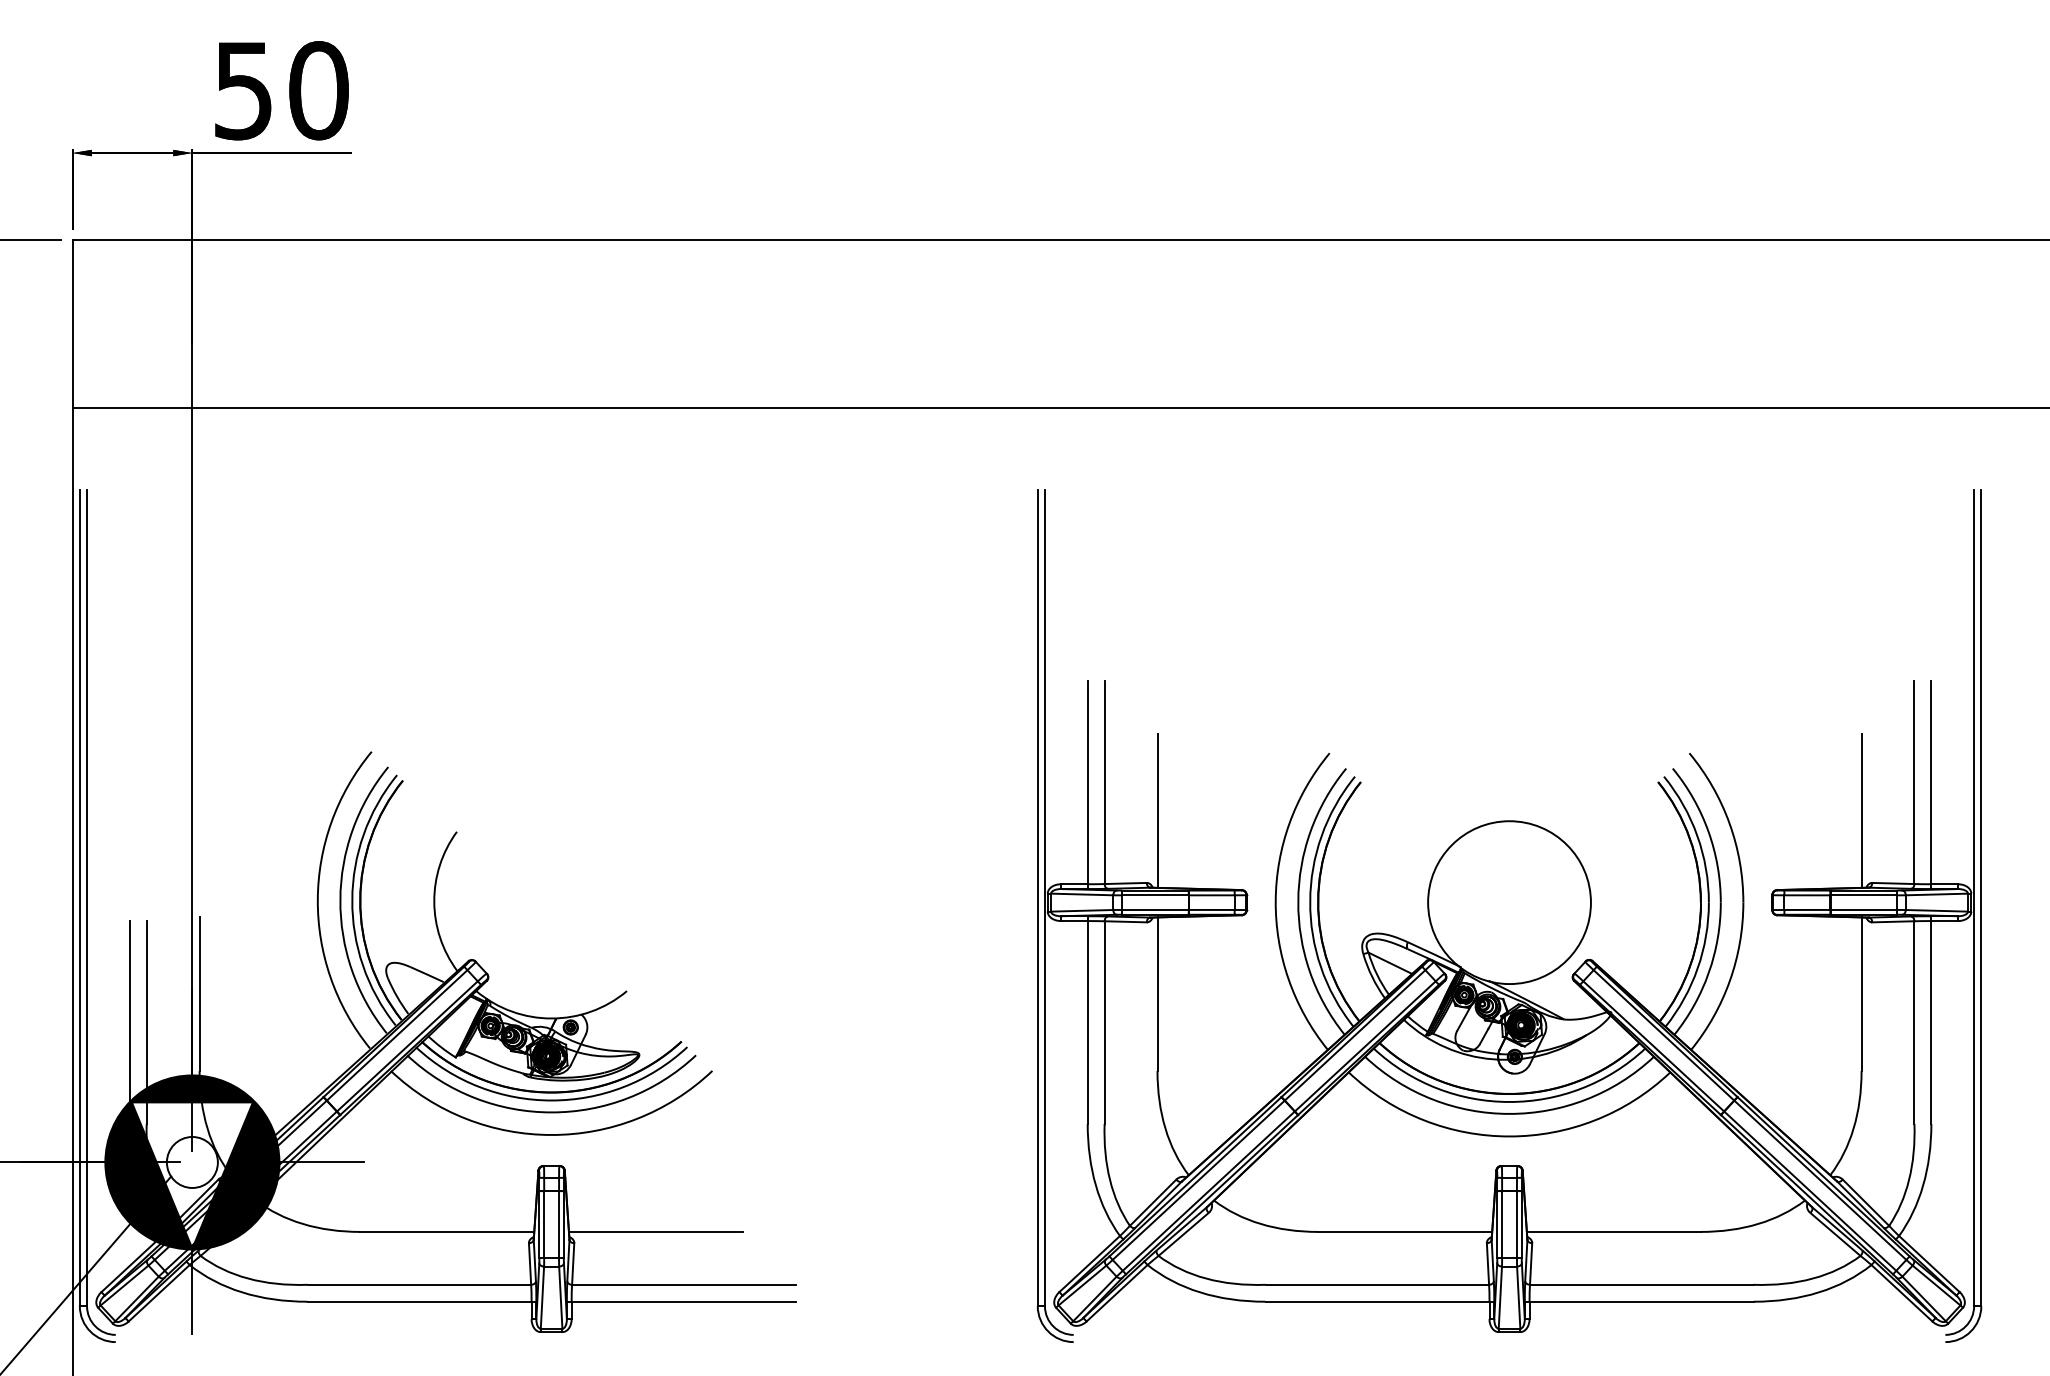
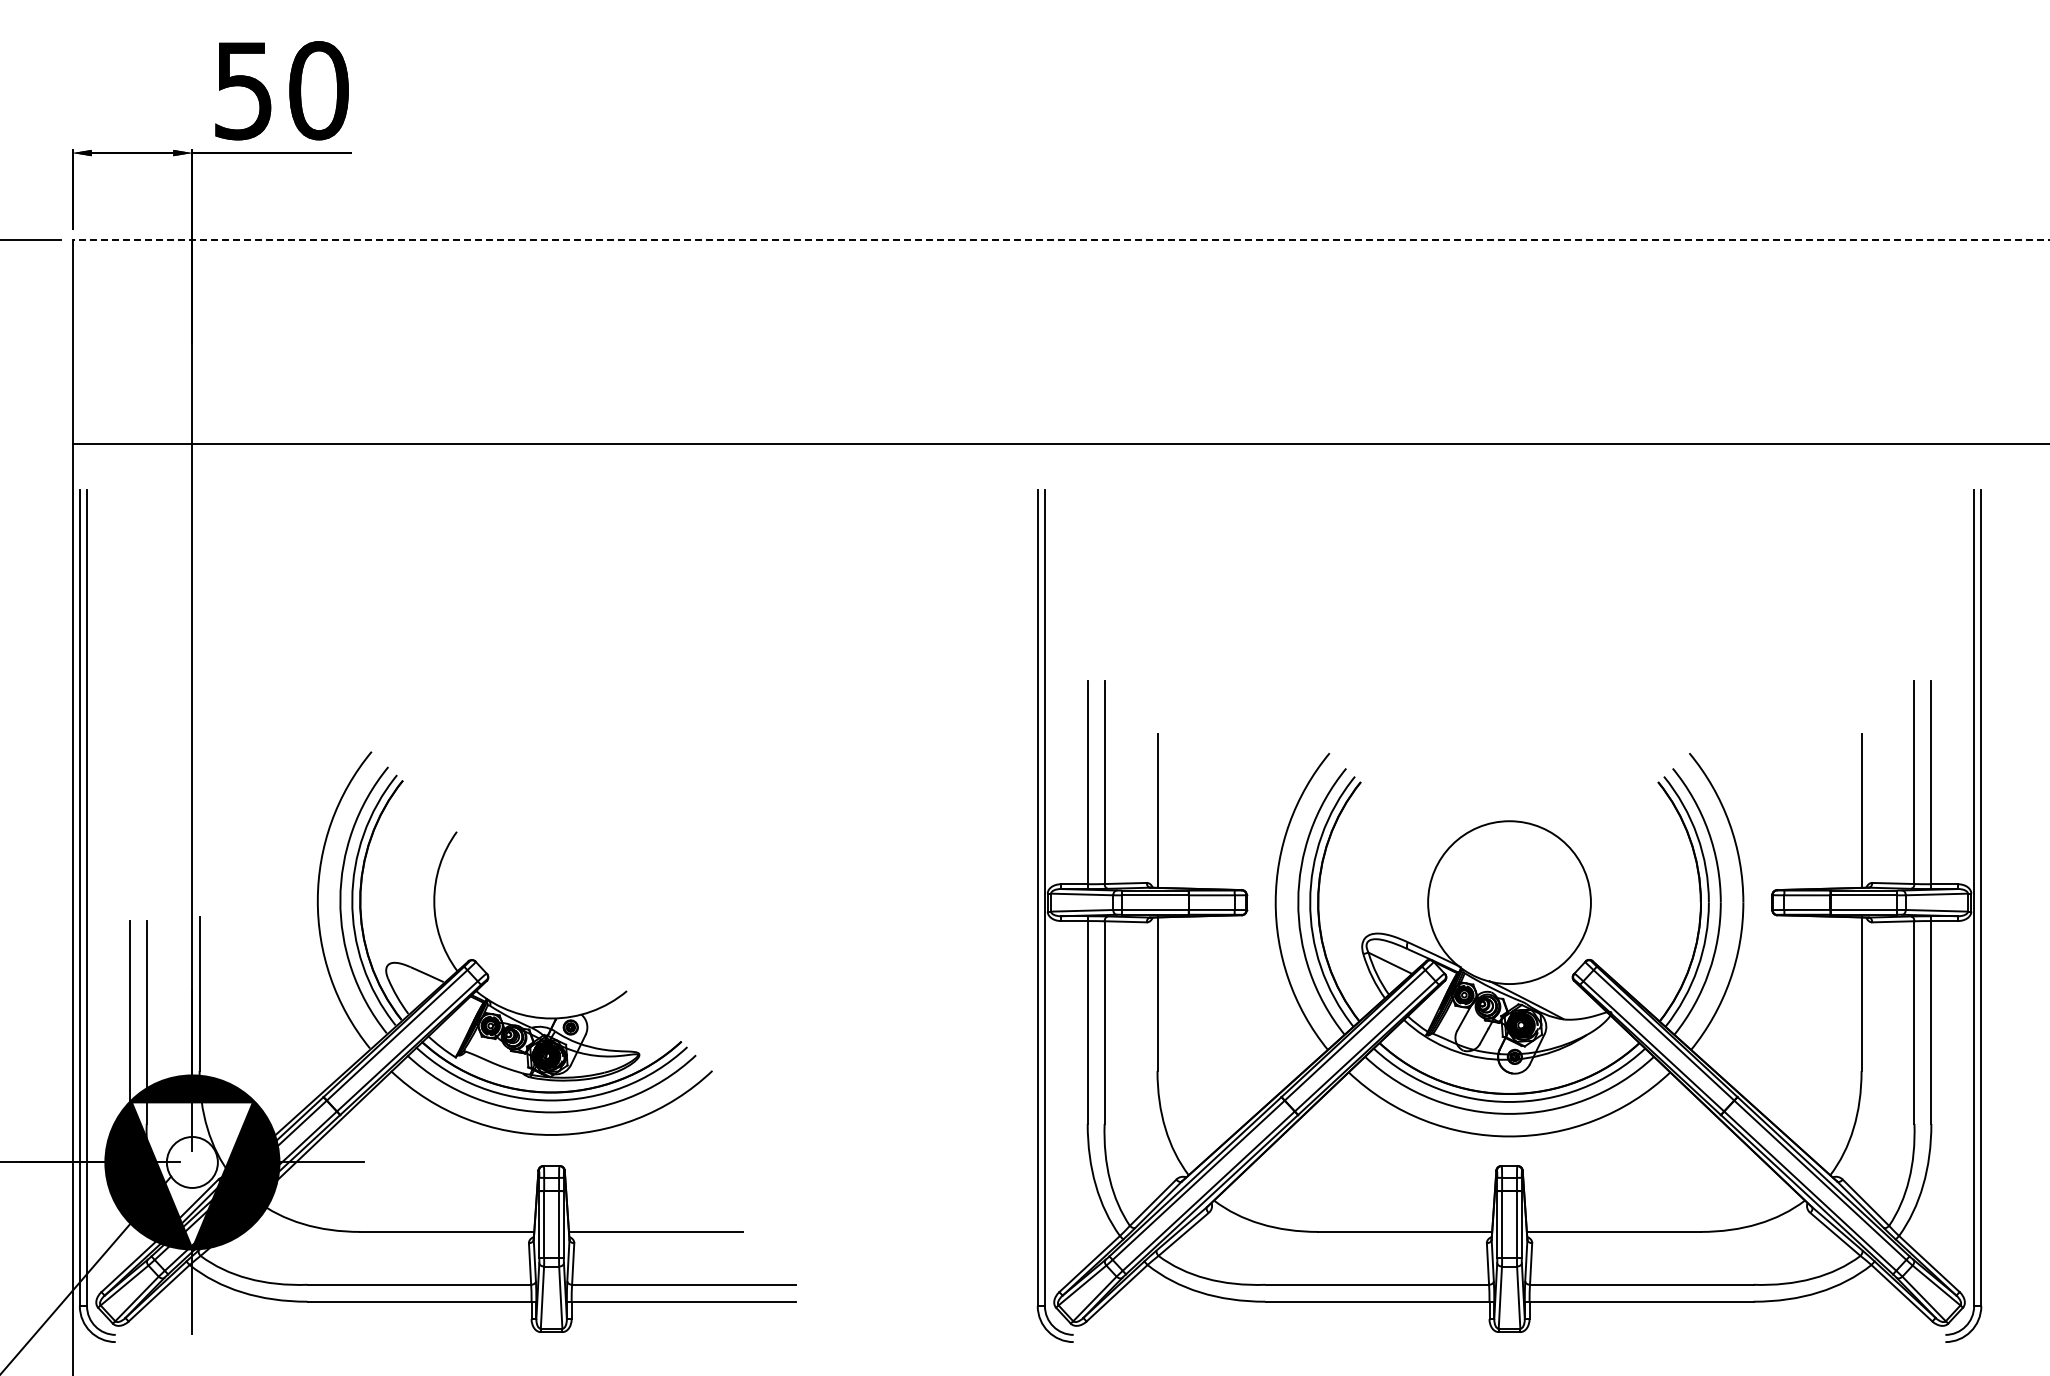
line at (1060, 240): solid -> dashed
line at (1059, 408) position: (1059, 408) -> (1059, 444)
